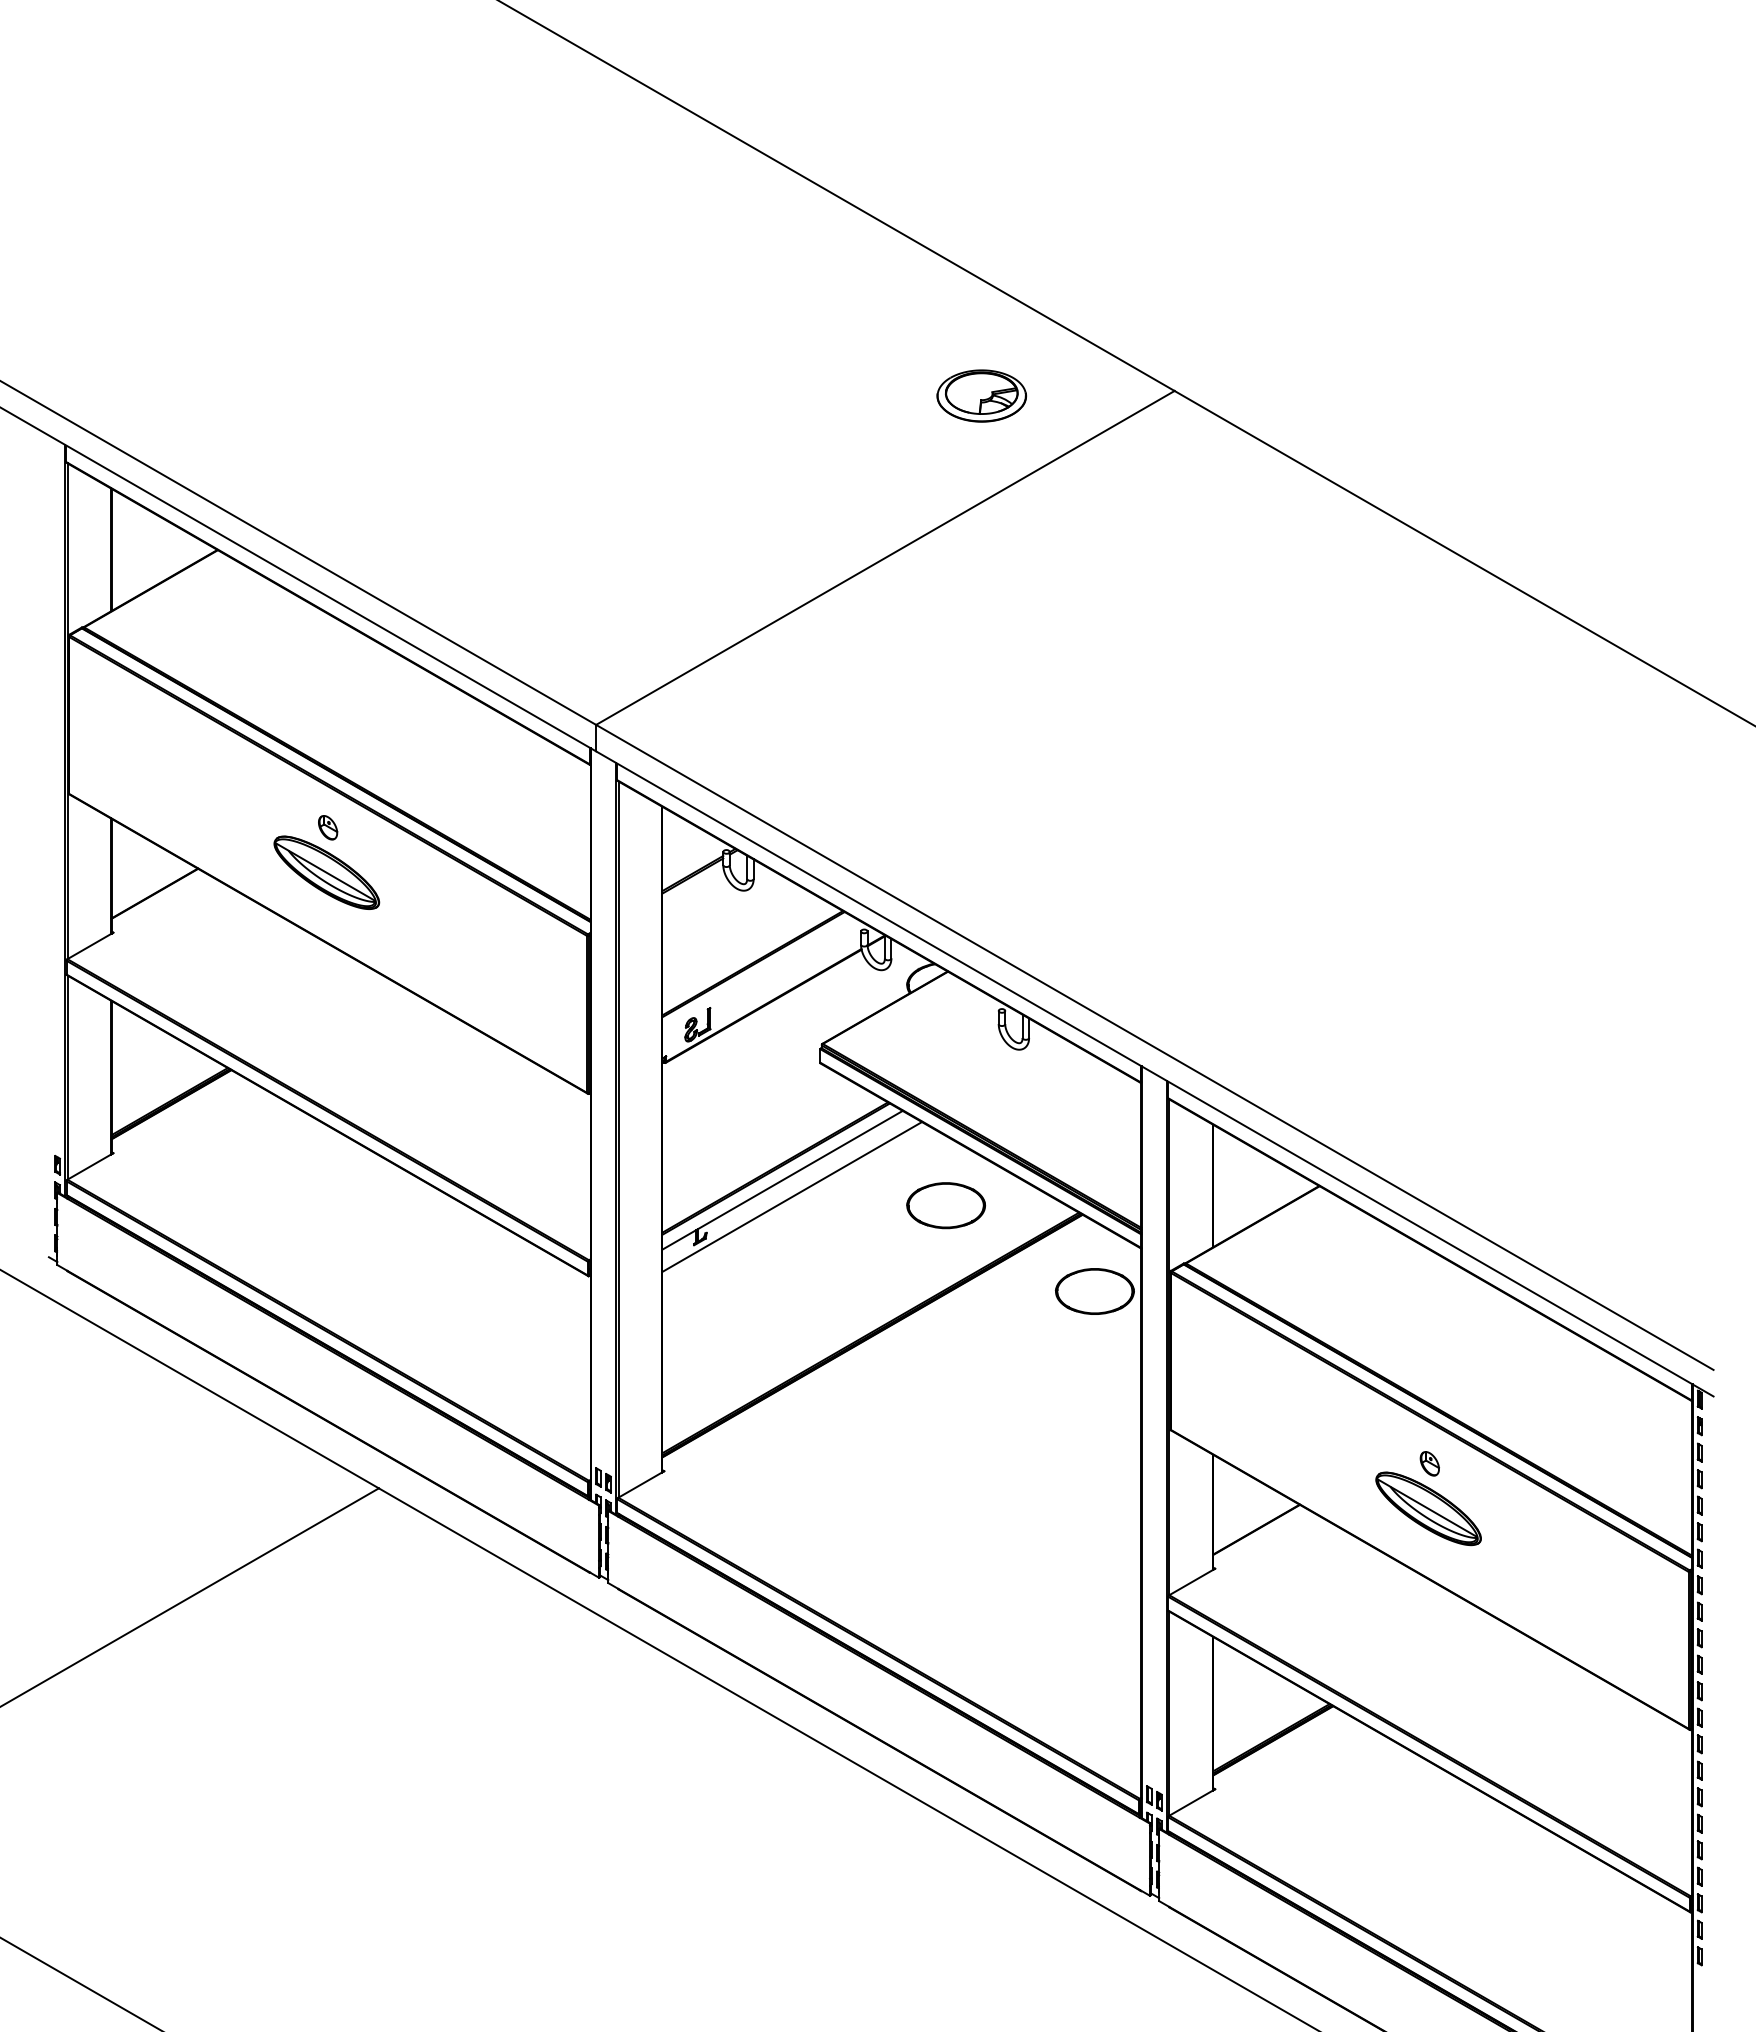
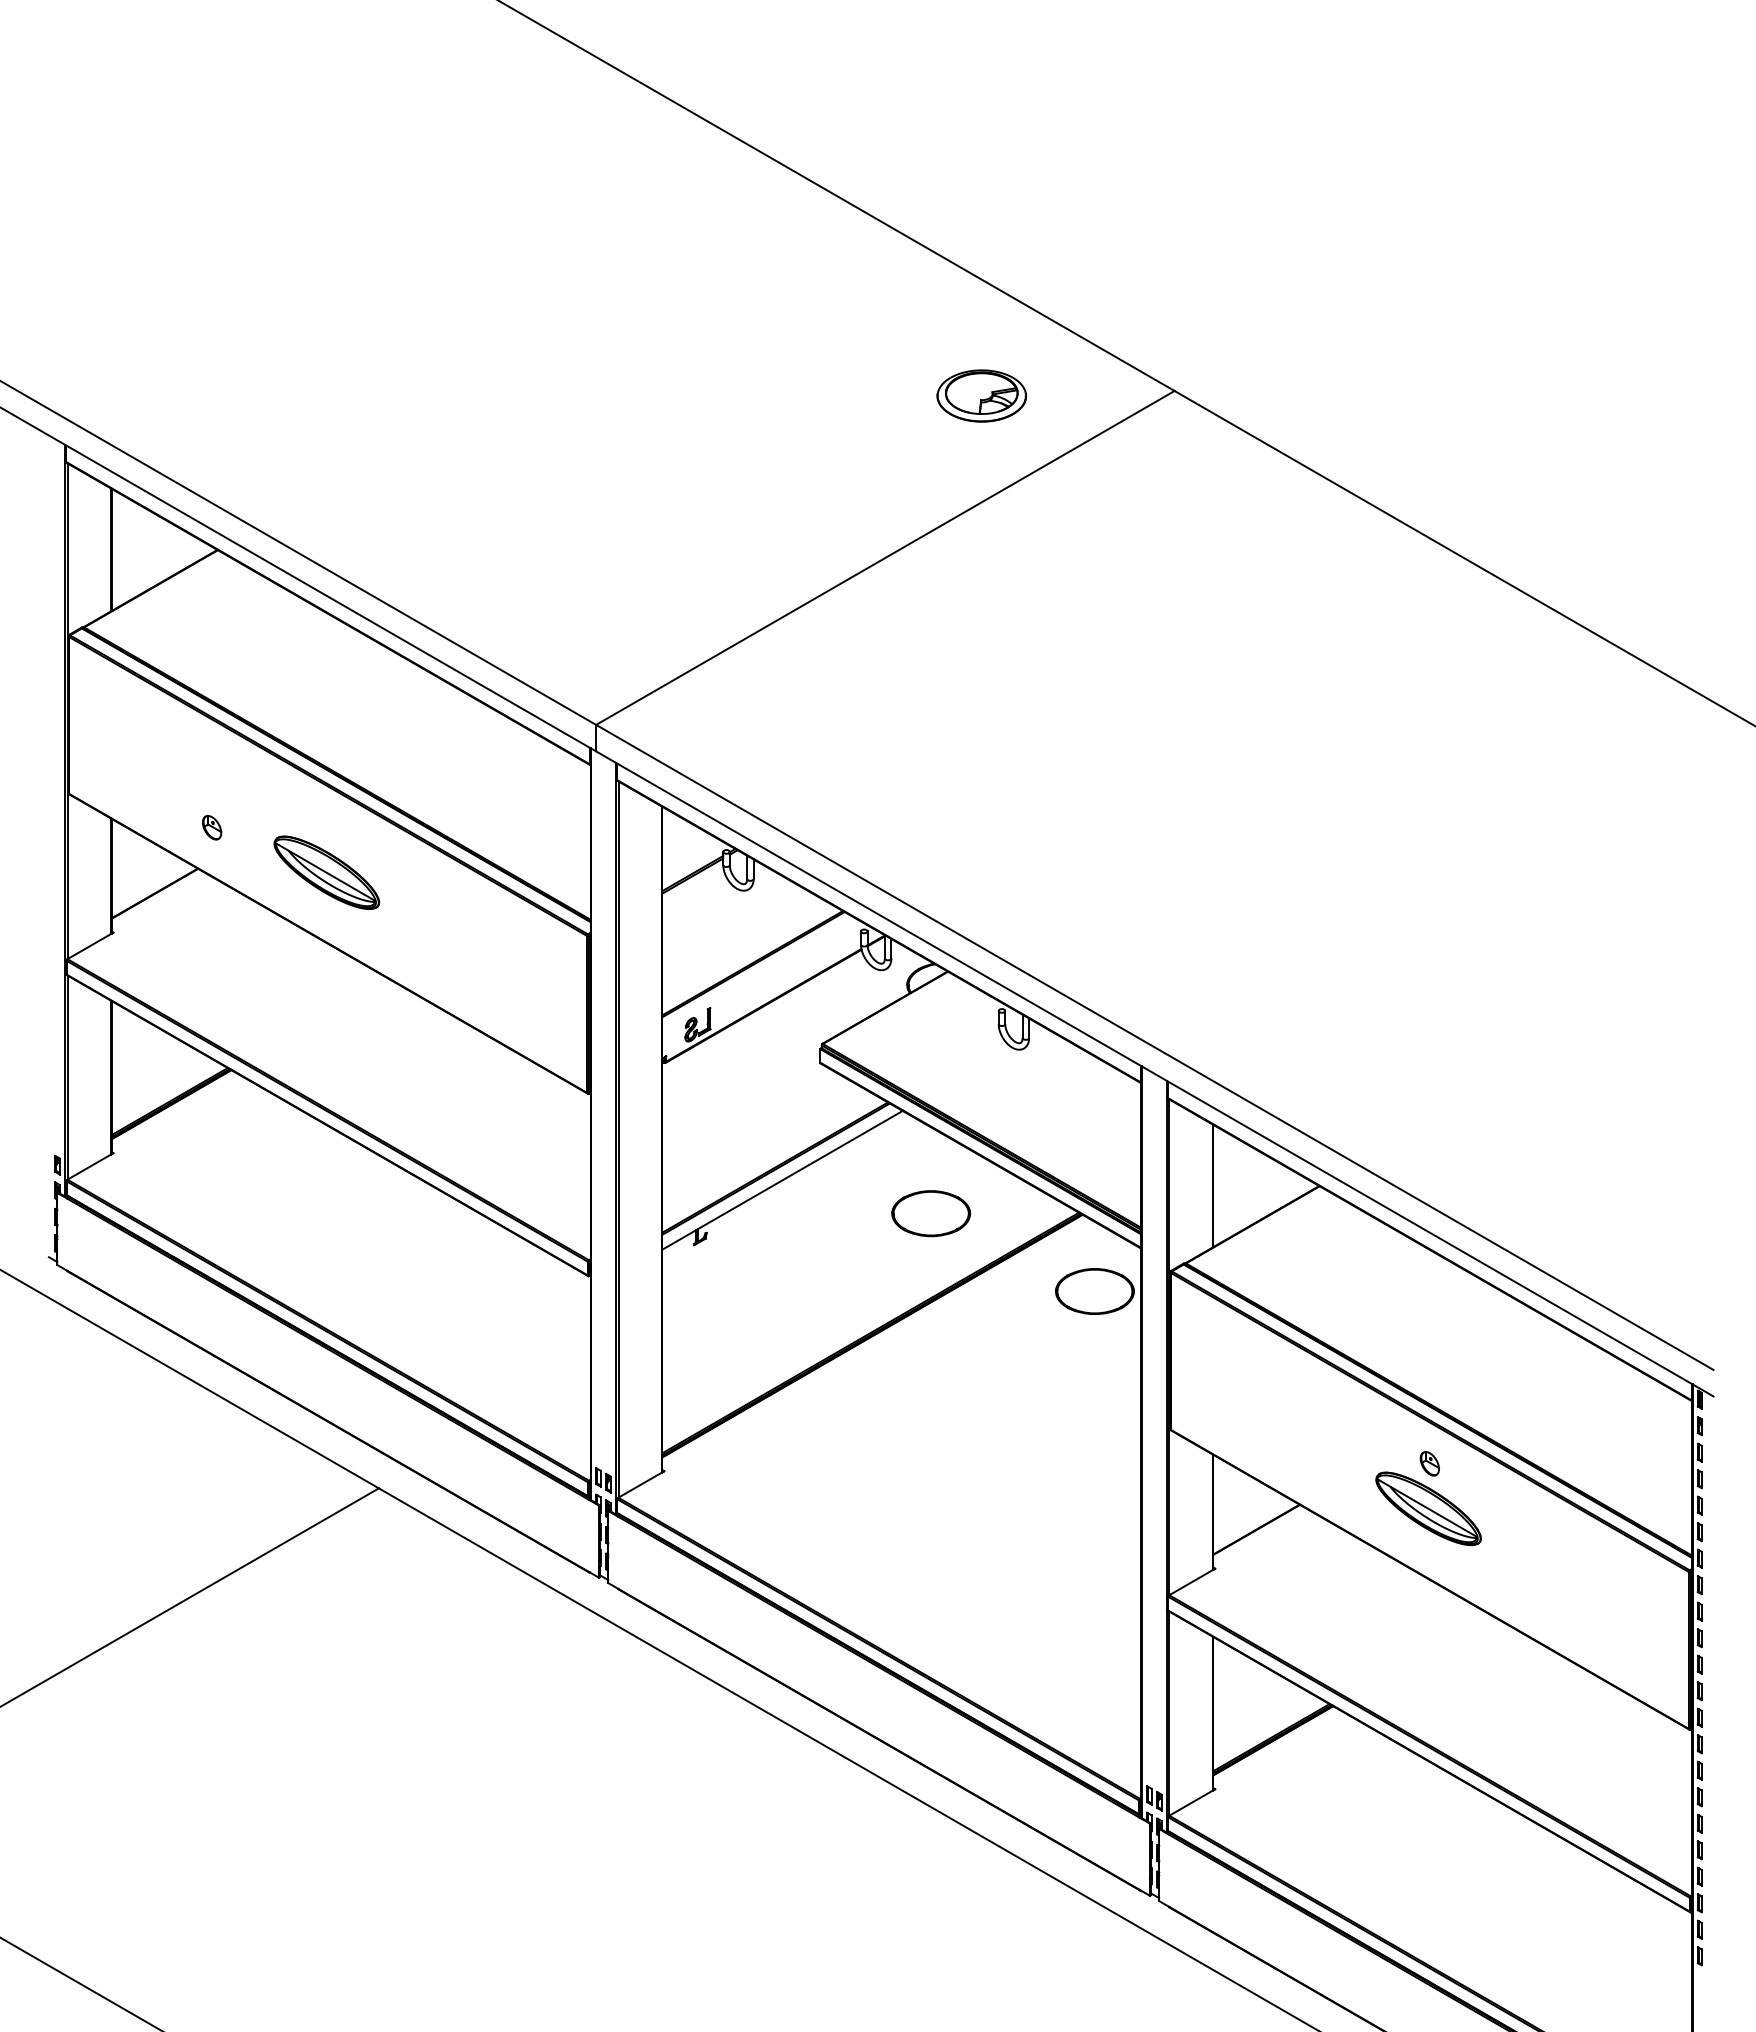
part at (328, 827) position: (328, 827) -> (212, 827)
line at (792, 1196): present -> none
part at (945, 1205) position: (945, 1205) -> (930, 1213)
